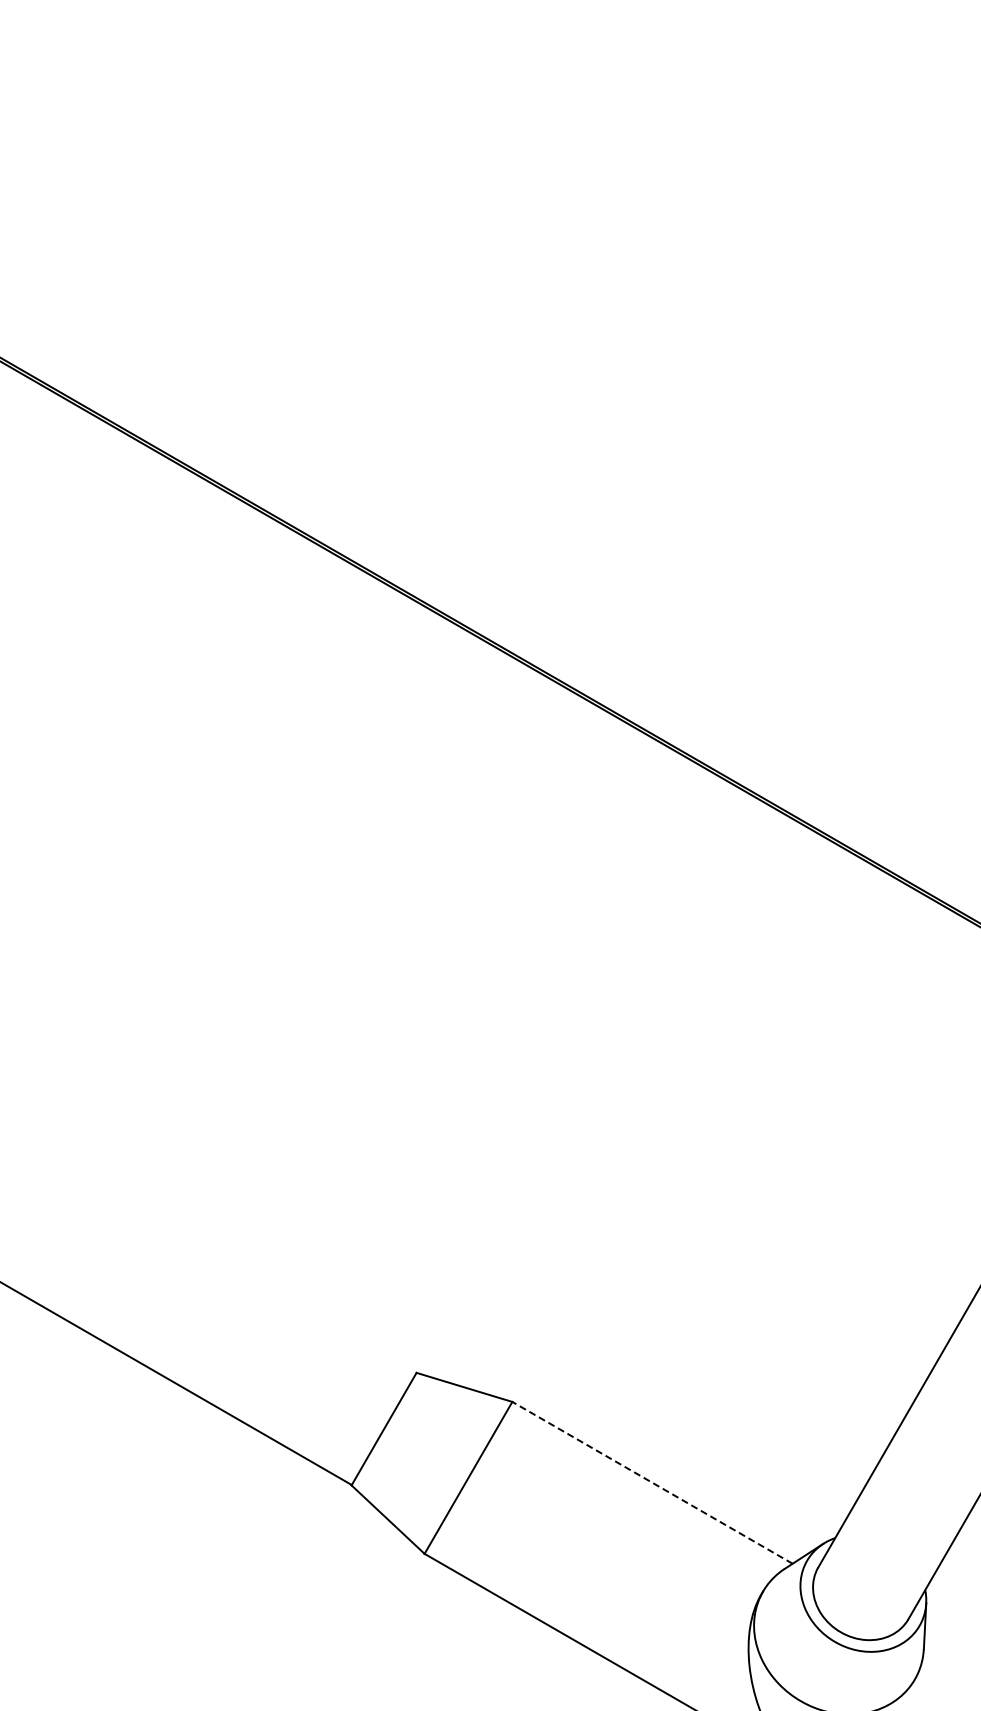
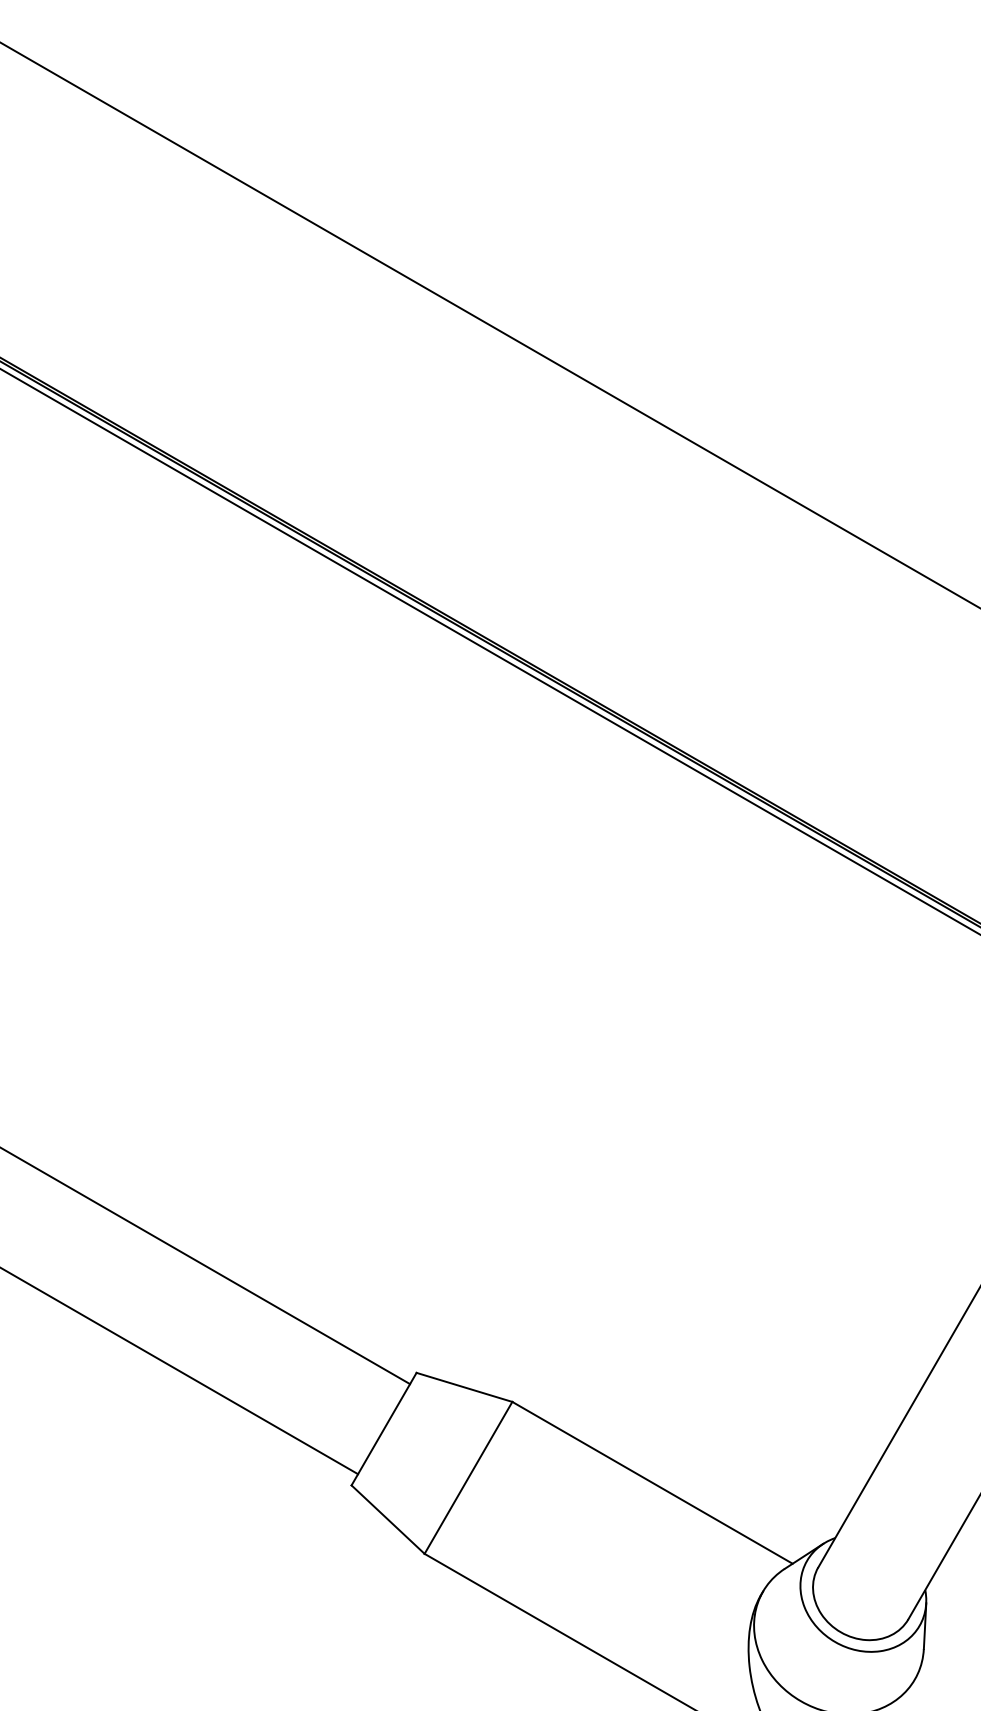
line at (489, 324): none -> present
line at (489, 651): none -> present
line at (206, 1266): none -> present
line at (177, 1384) position: (177, 1384) -> (180, 1371)
line at (652, 1482): dashed -> solid
